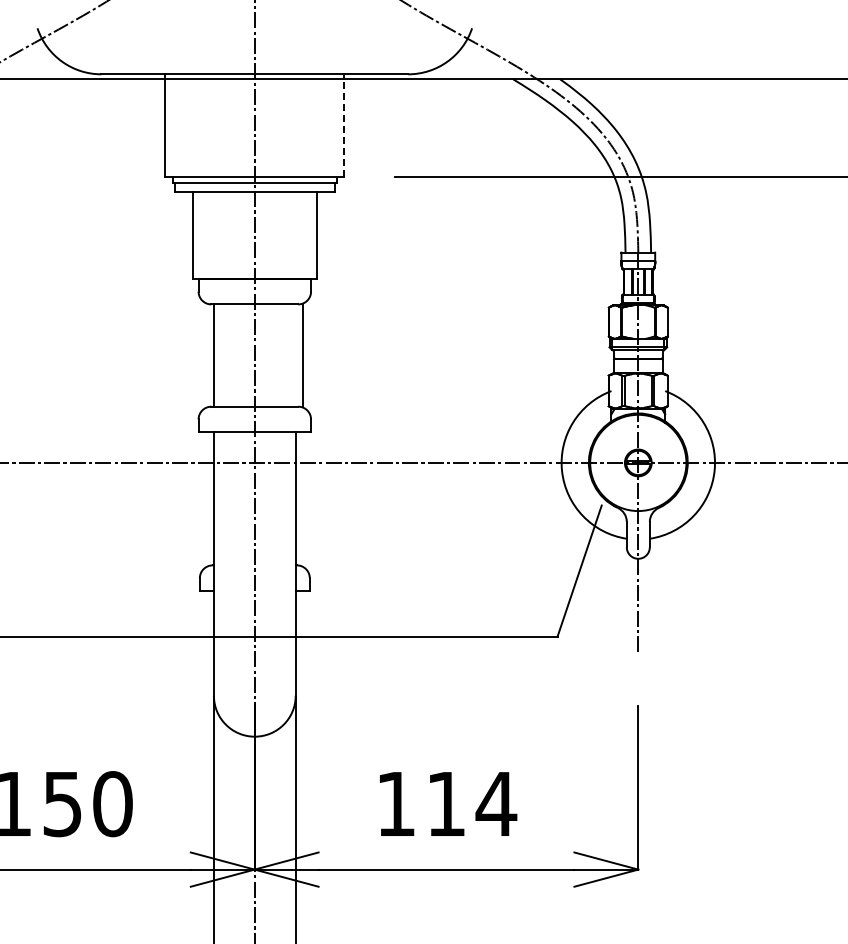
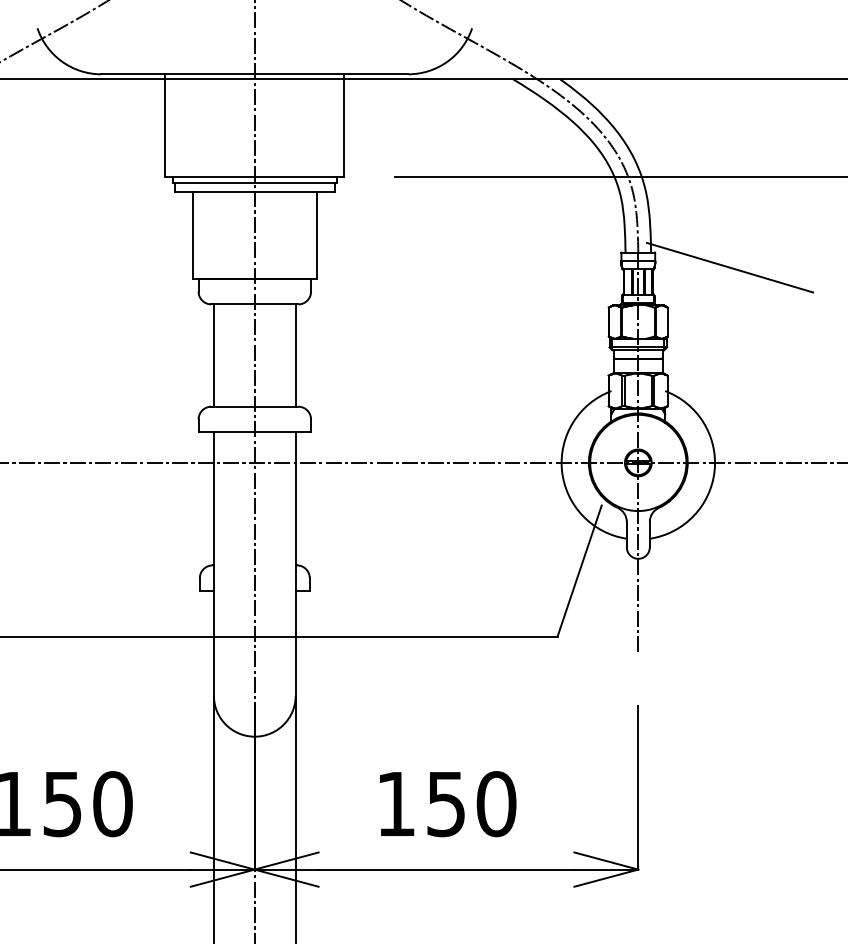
line at (344, 124): dashed -> solid
line at (729, 267): none -> present
line at (302, 355) position: (302, 355) -> (295, 355)
text at (472, 804): 114 -> 150
